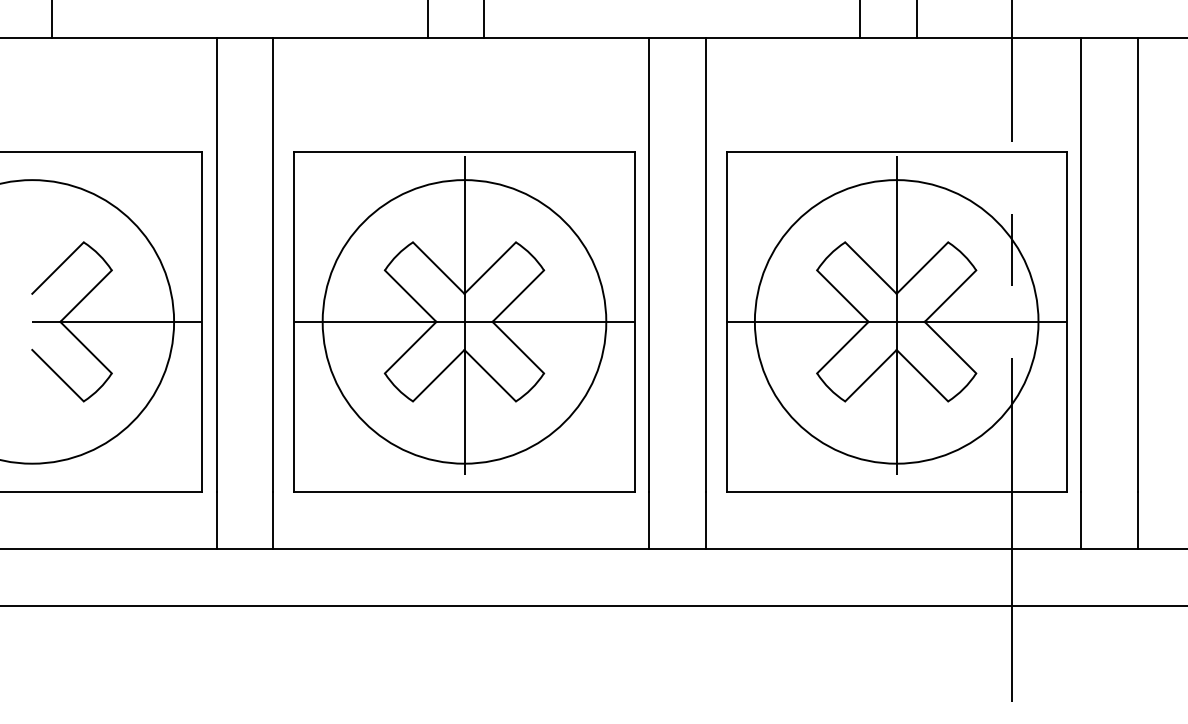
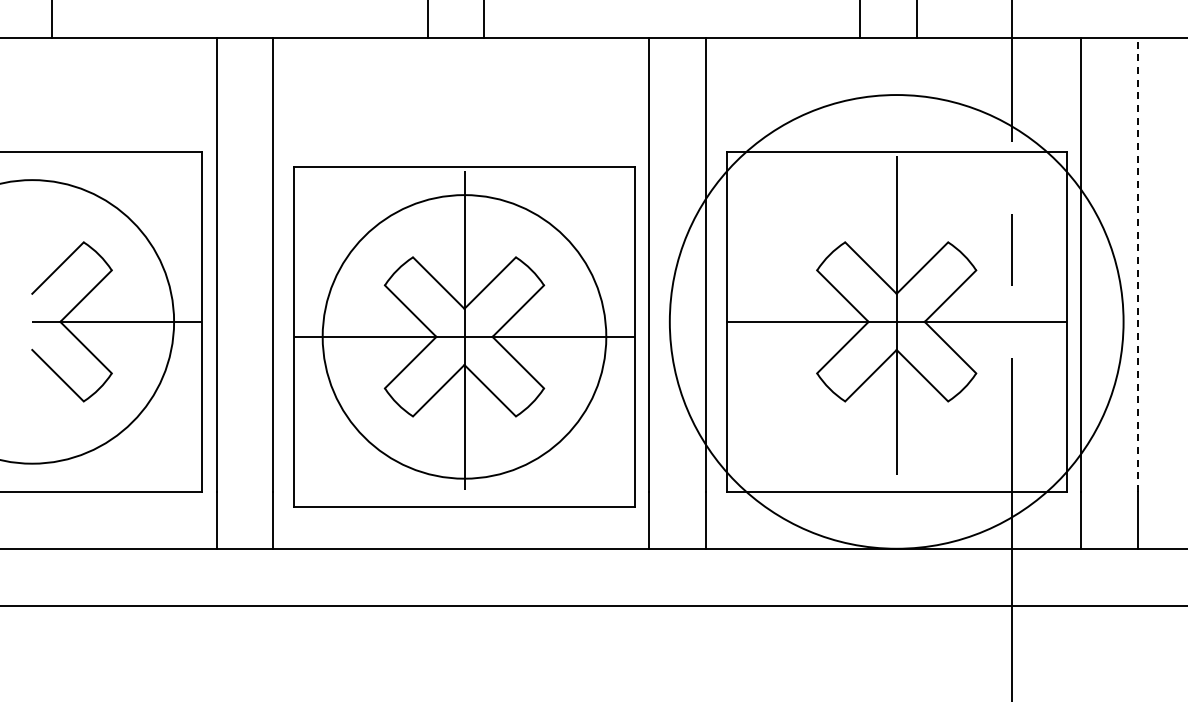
line at (1137, 265): solid -> dashed
part at (464, 321) position: (464, 321) -> (464, 336)
circle at (896, 321) diameter: 284 px -> 454 px
